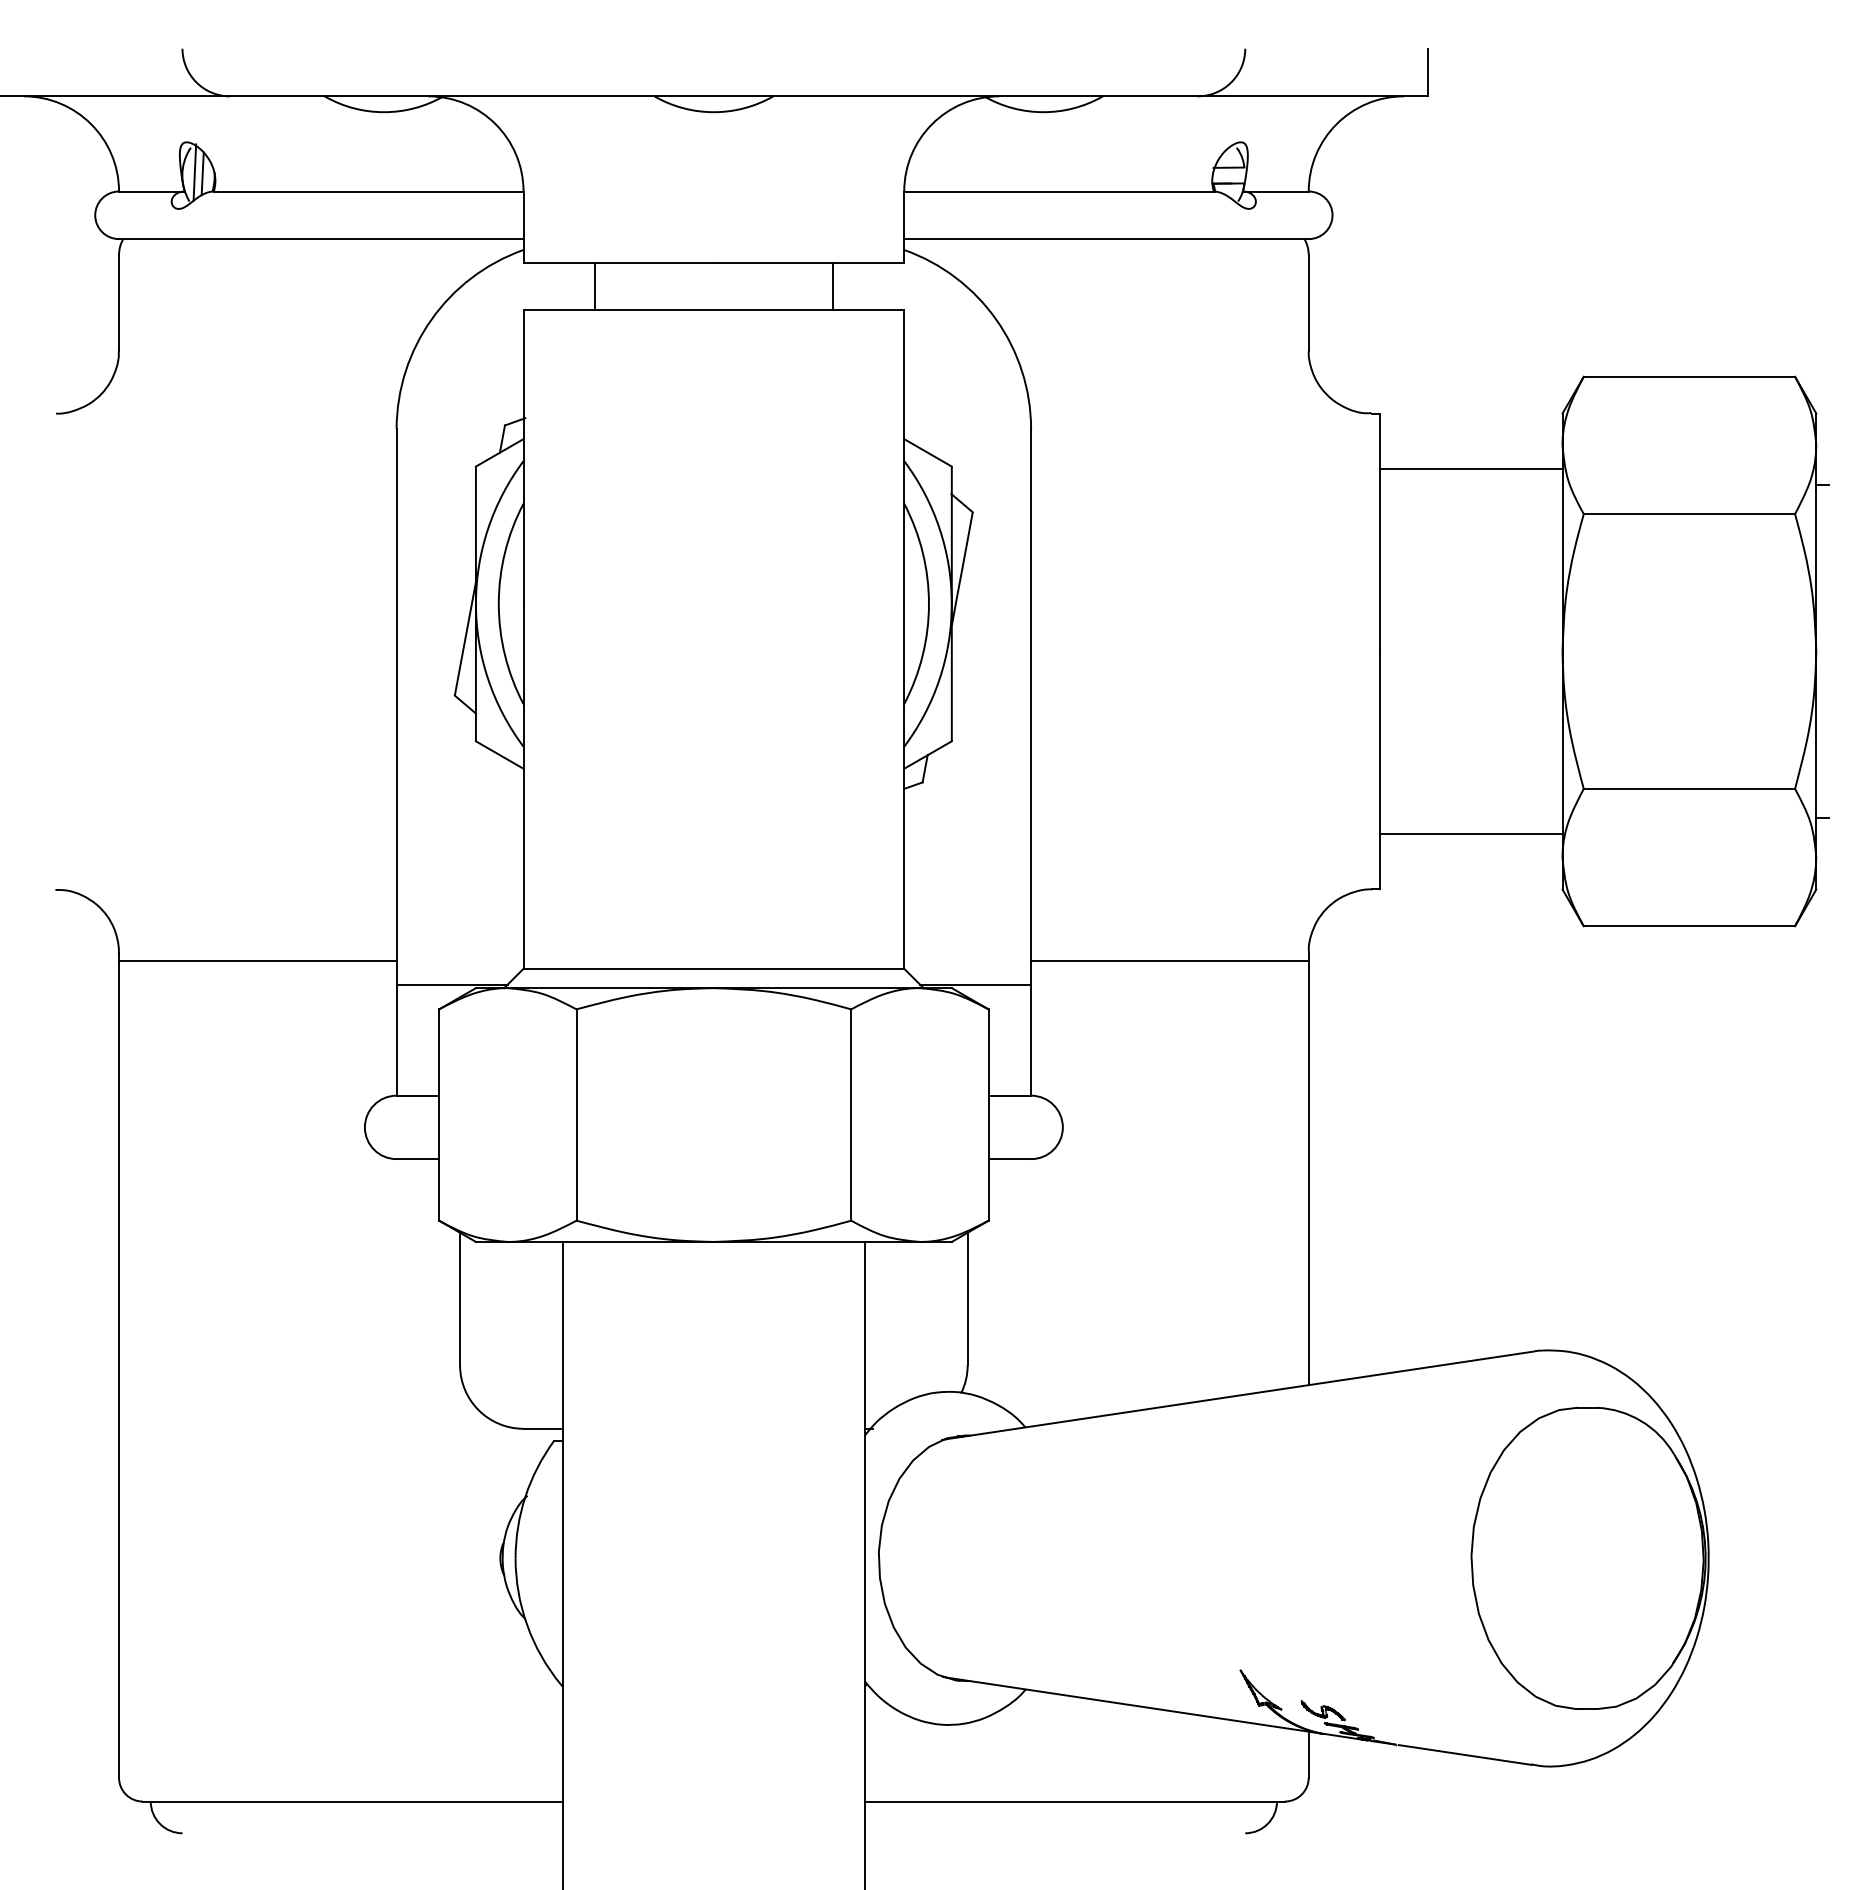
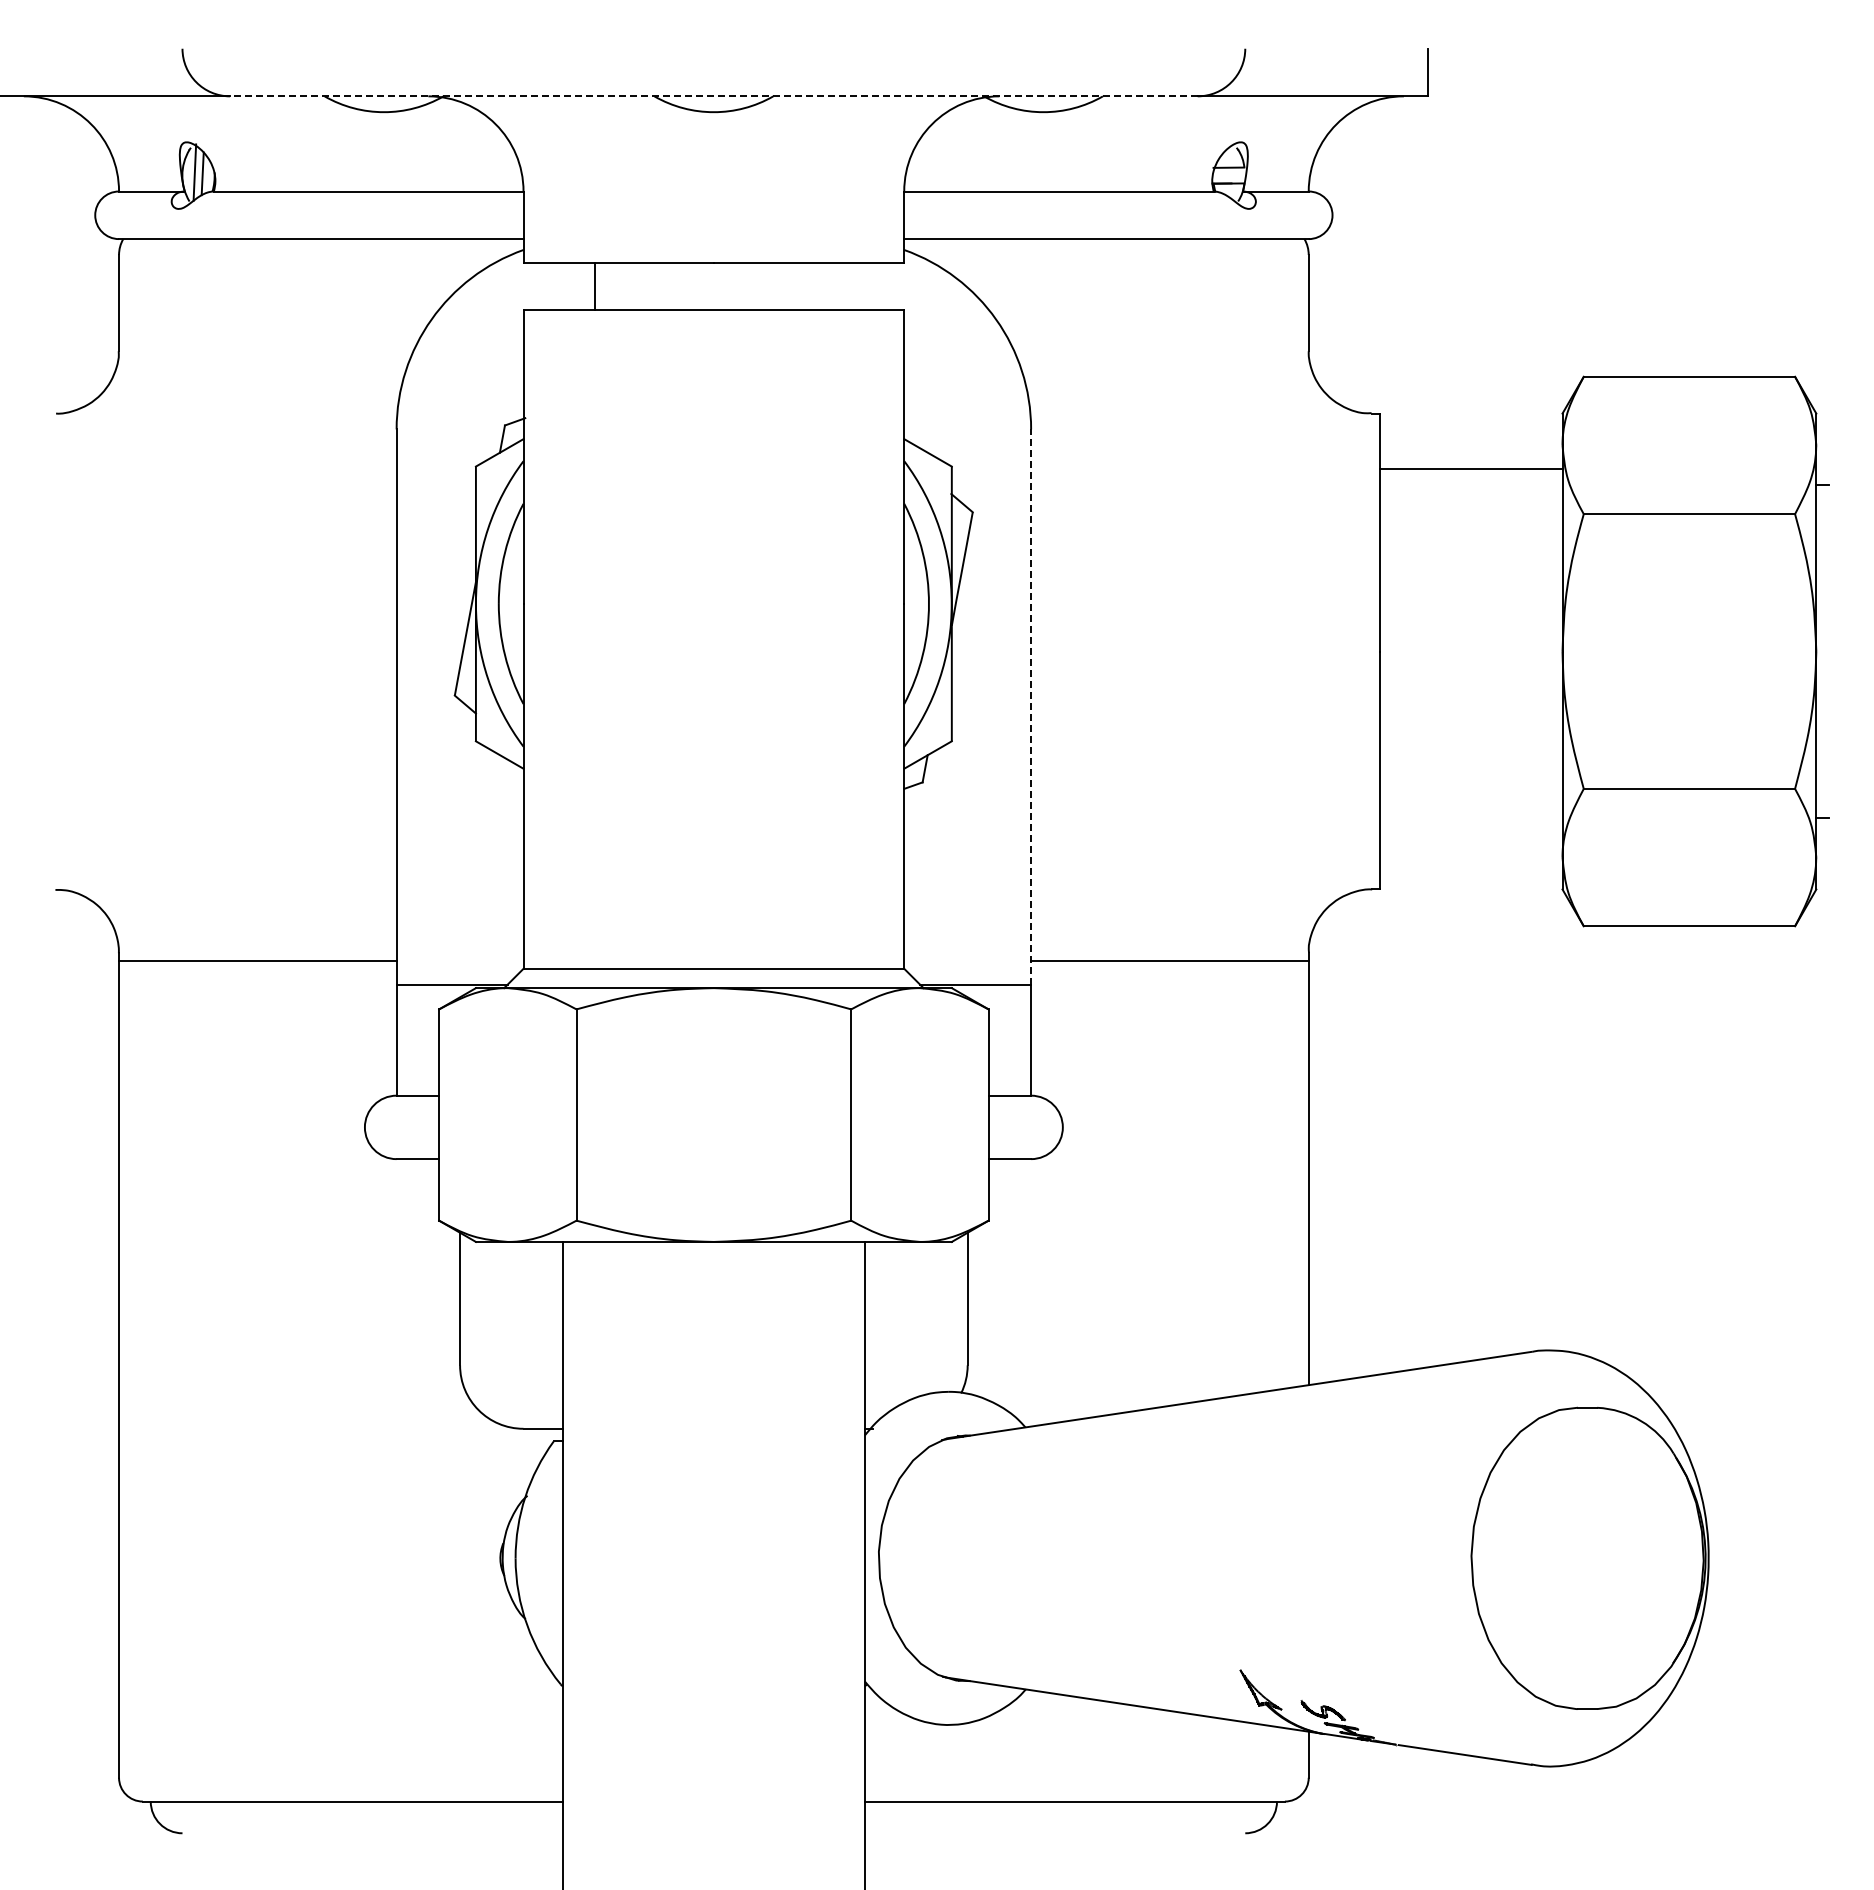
line at (713, 96): solid -> dashed
line at (832, 286): present -> none
line at (1031, 707): solid -> dashed
line at (1471, 833): present -> none
